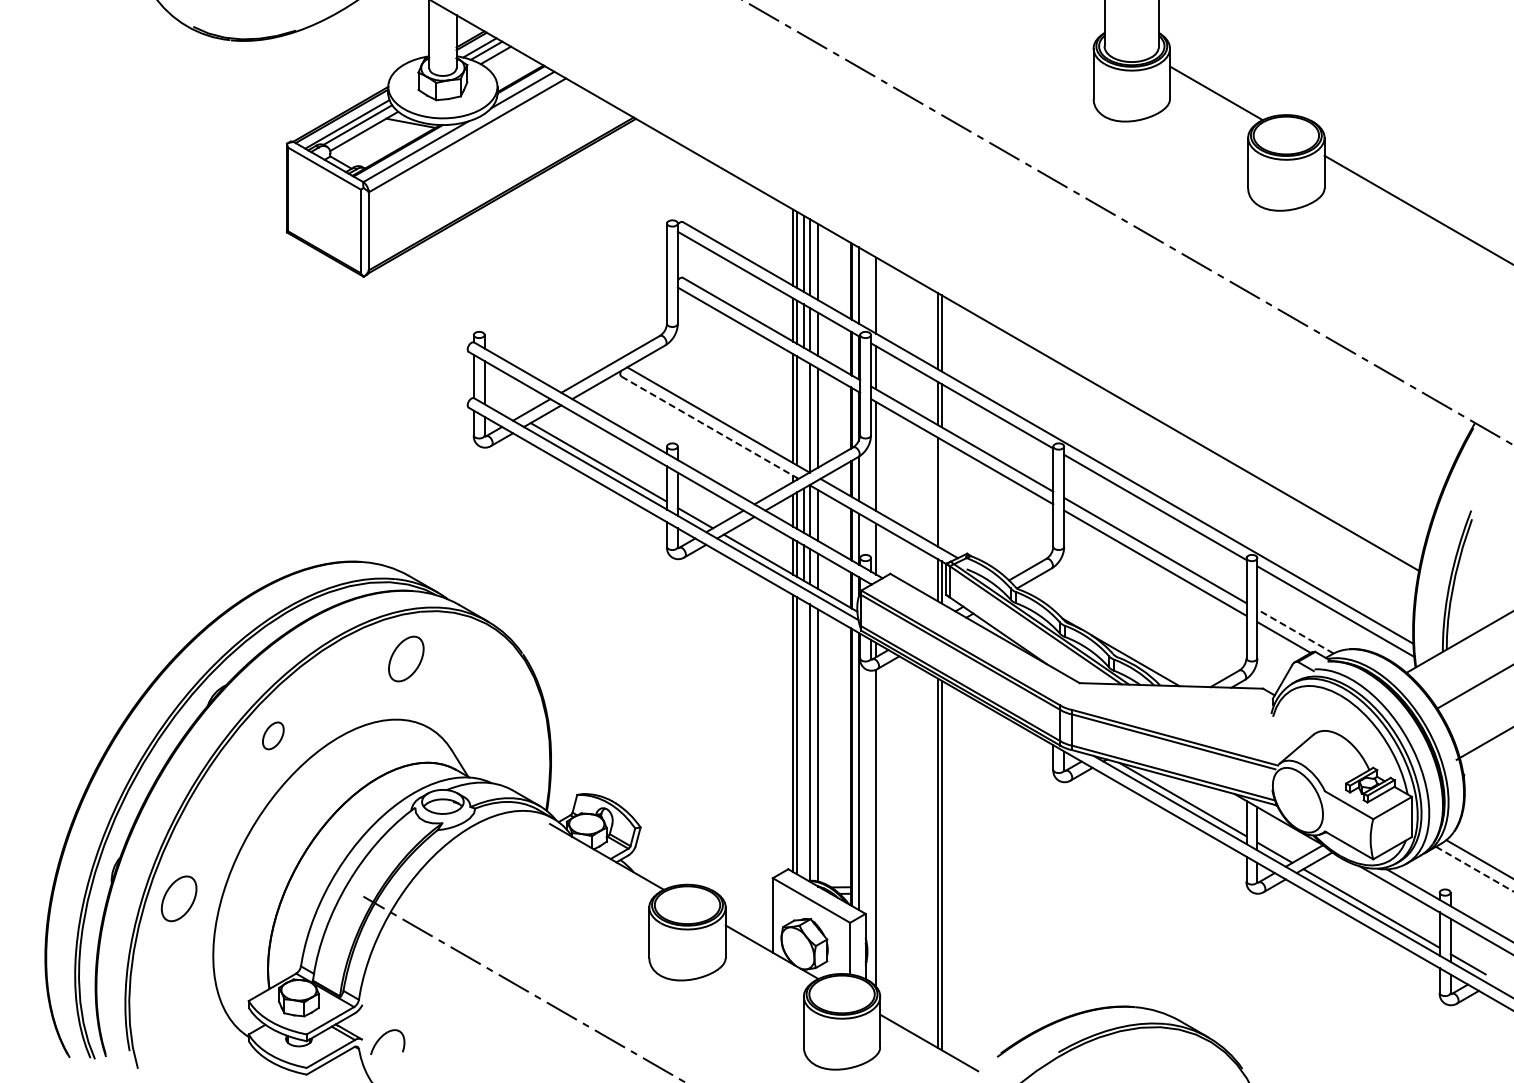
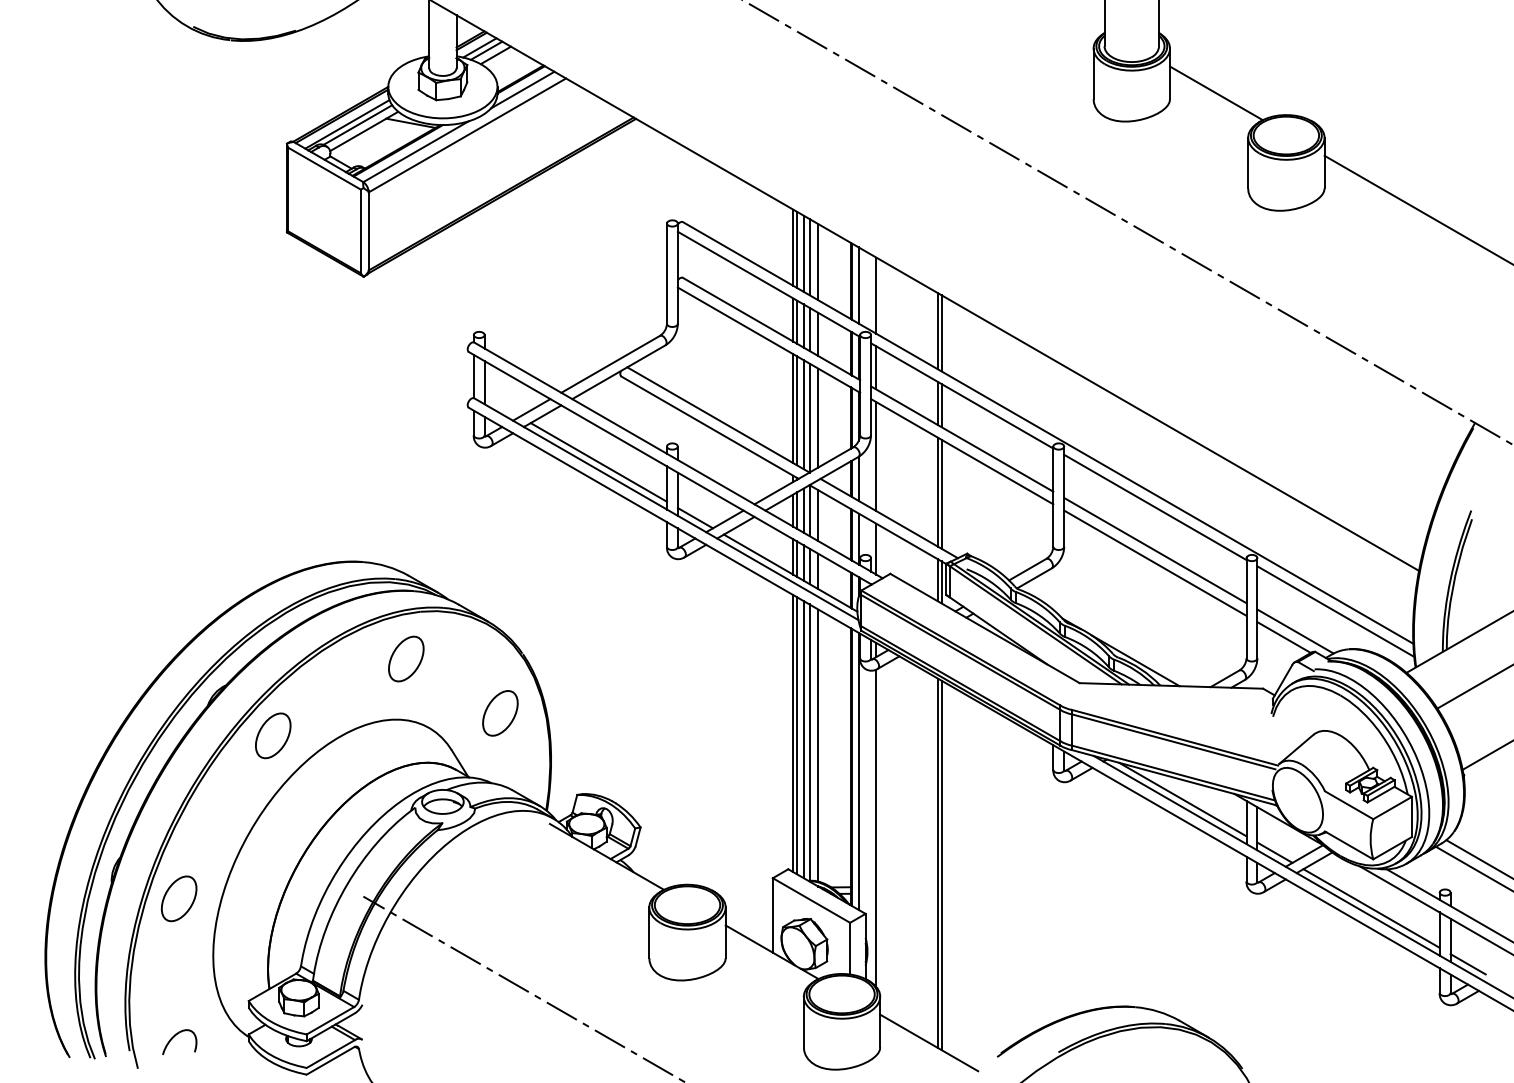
line at (803, 414): none -> present
line at (710, 427): dashed -> solid
line at (941, 493): none -> present
line at (1295, 631): dashed -> solid
part at (500, 713): none -> present
part at (273, 735) size: 23x30 px -> 37x48 px
line at (803, 739): none -> present
line at (1483, 743) position: (1483, 743) -> (1486, 755)
line at (1474, 869): dashed -> solid
part at (382, 1037) position: (382, 1037) -> (174, 1037)
